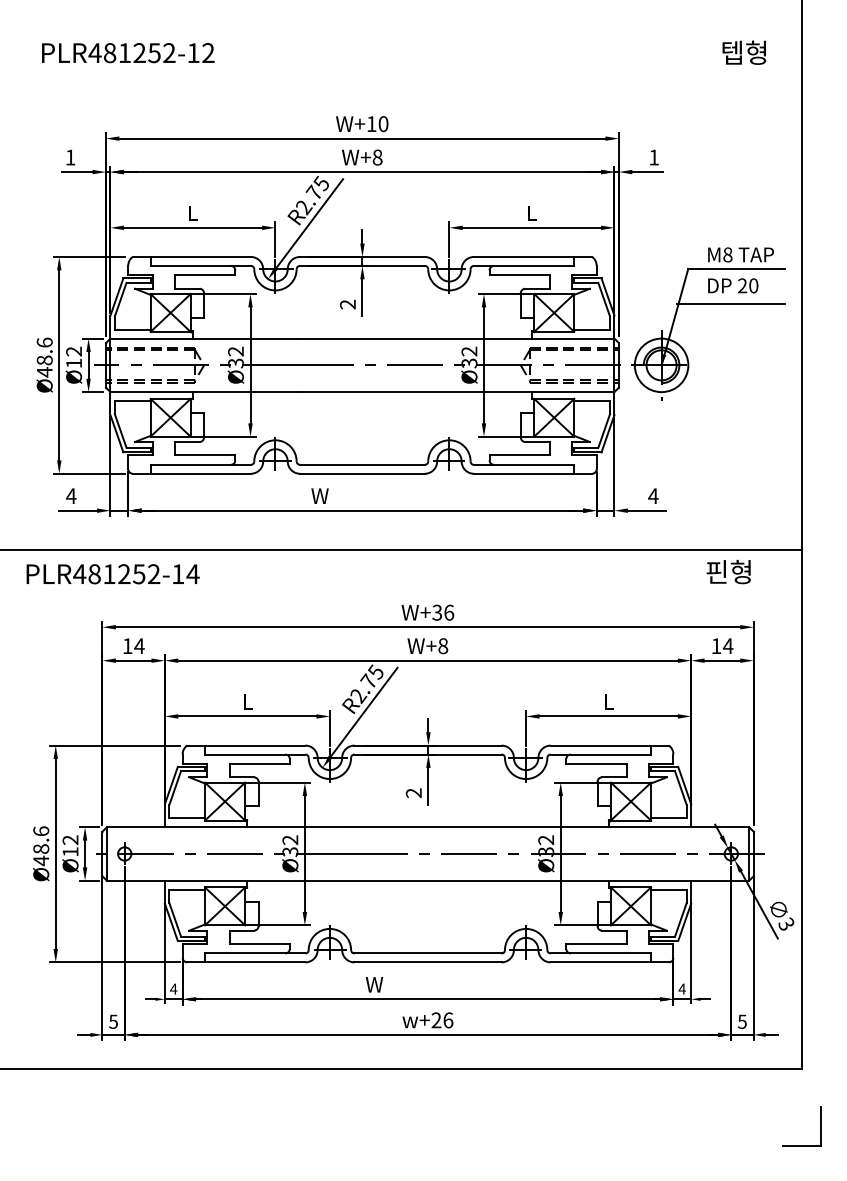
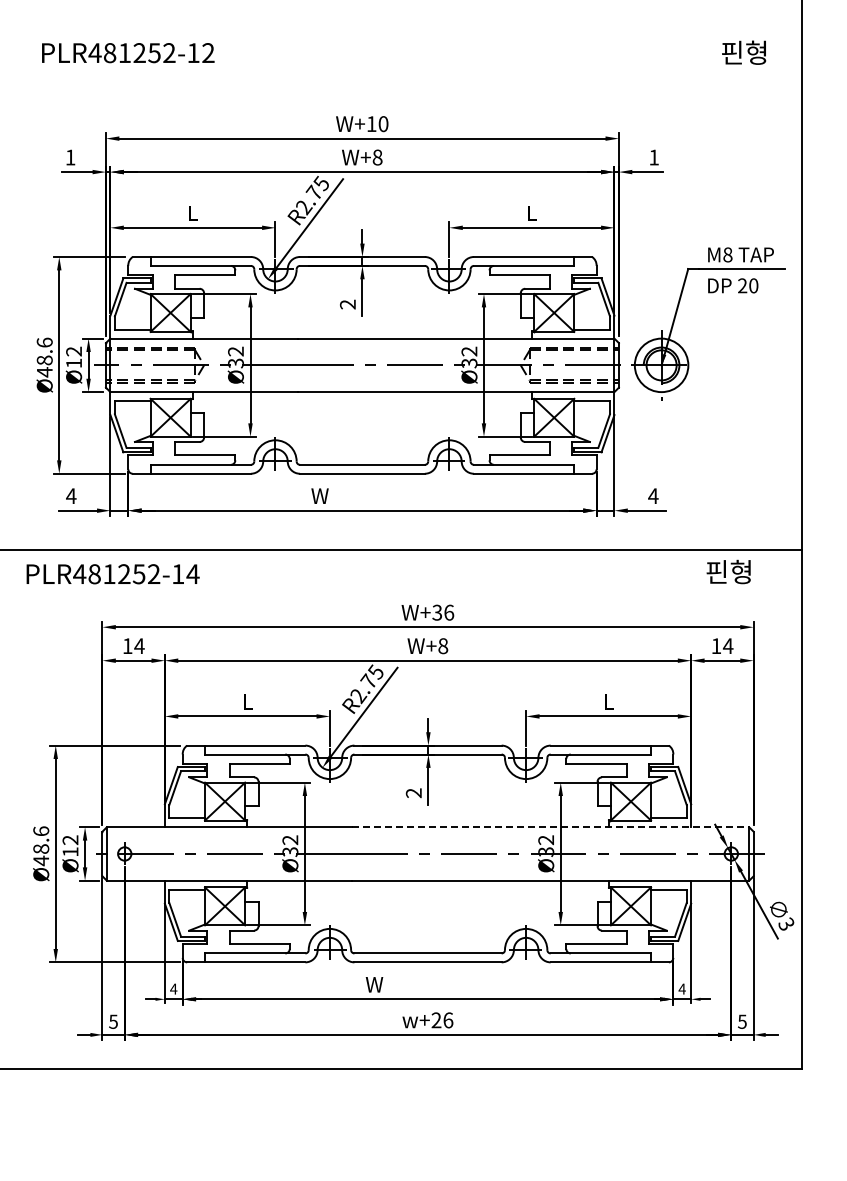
text at (731, 52): 텝형 -> 핀형
line at (730, 304): present -> none
line at (551, 827): solid -> dashed
part at (820, 1126): present -> none
